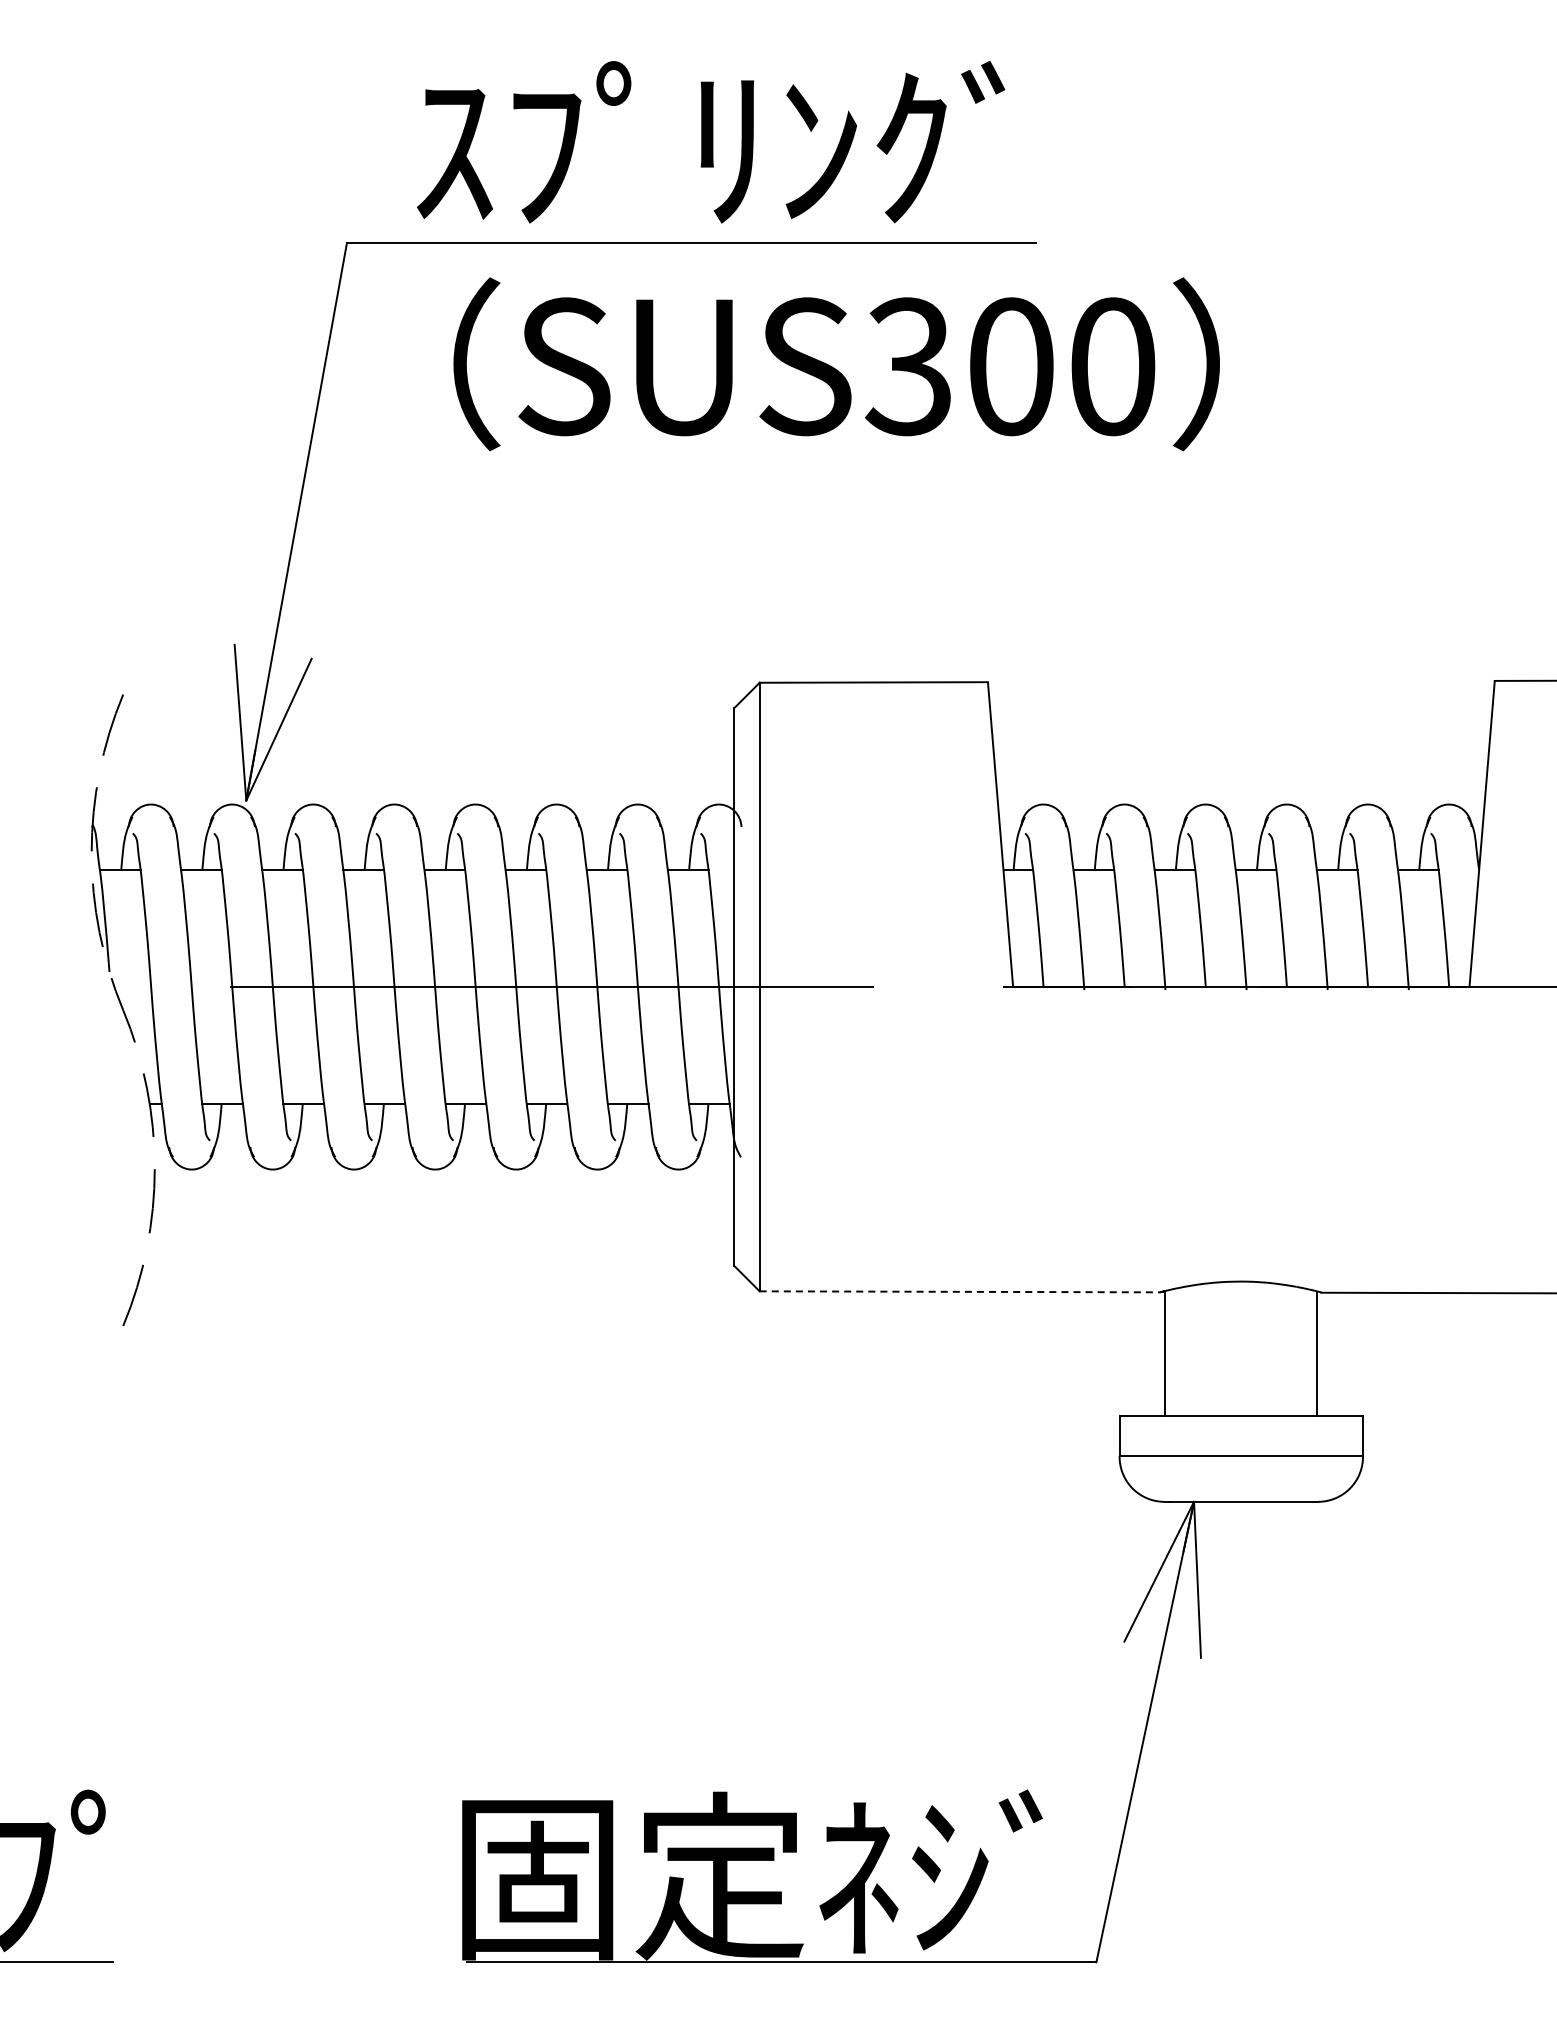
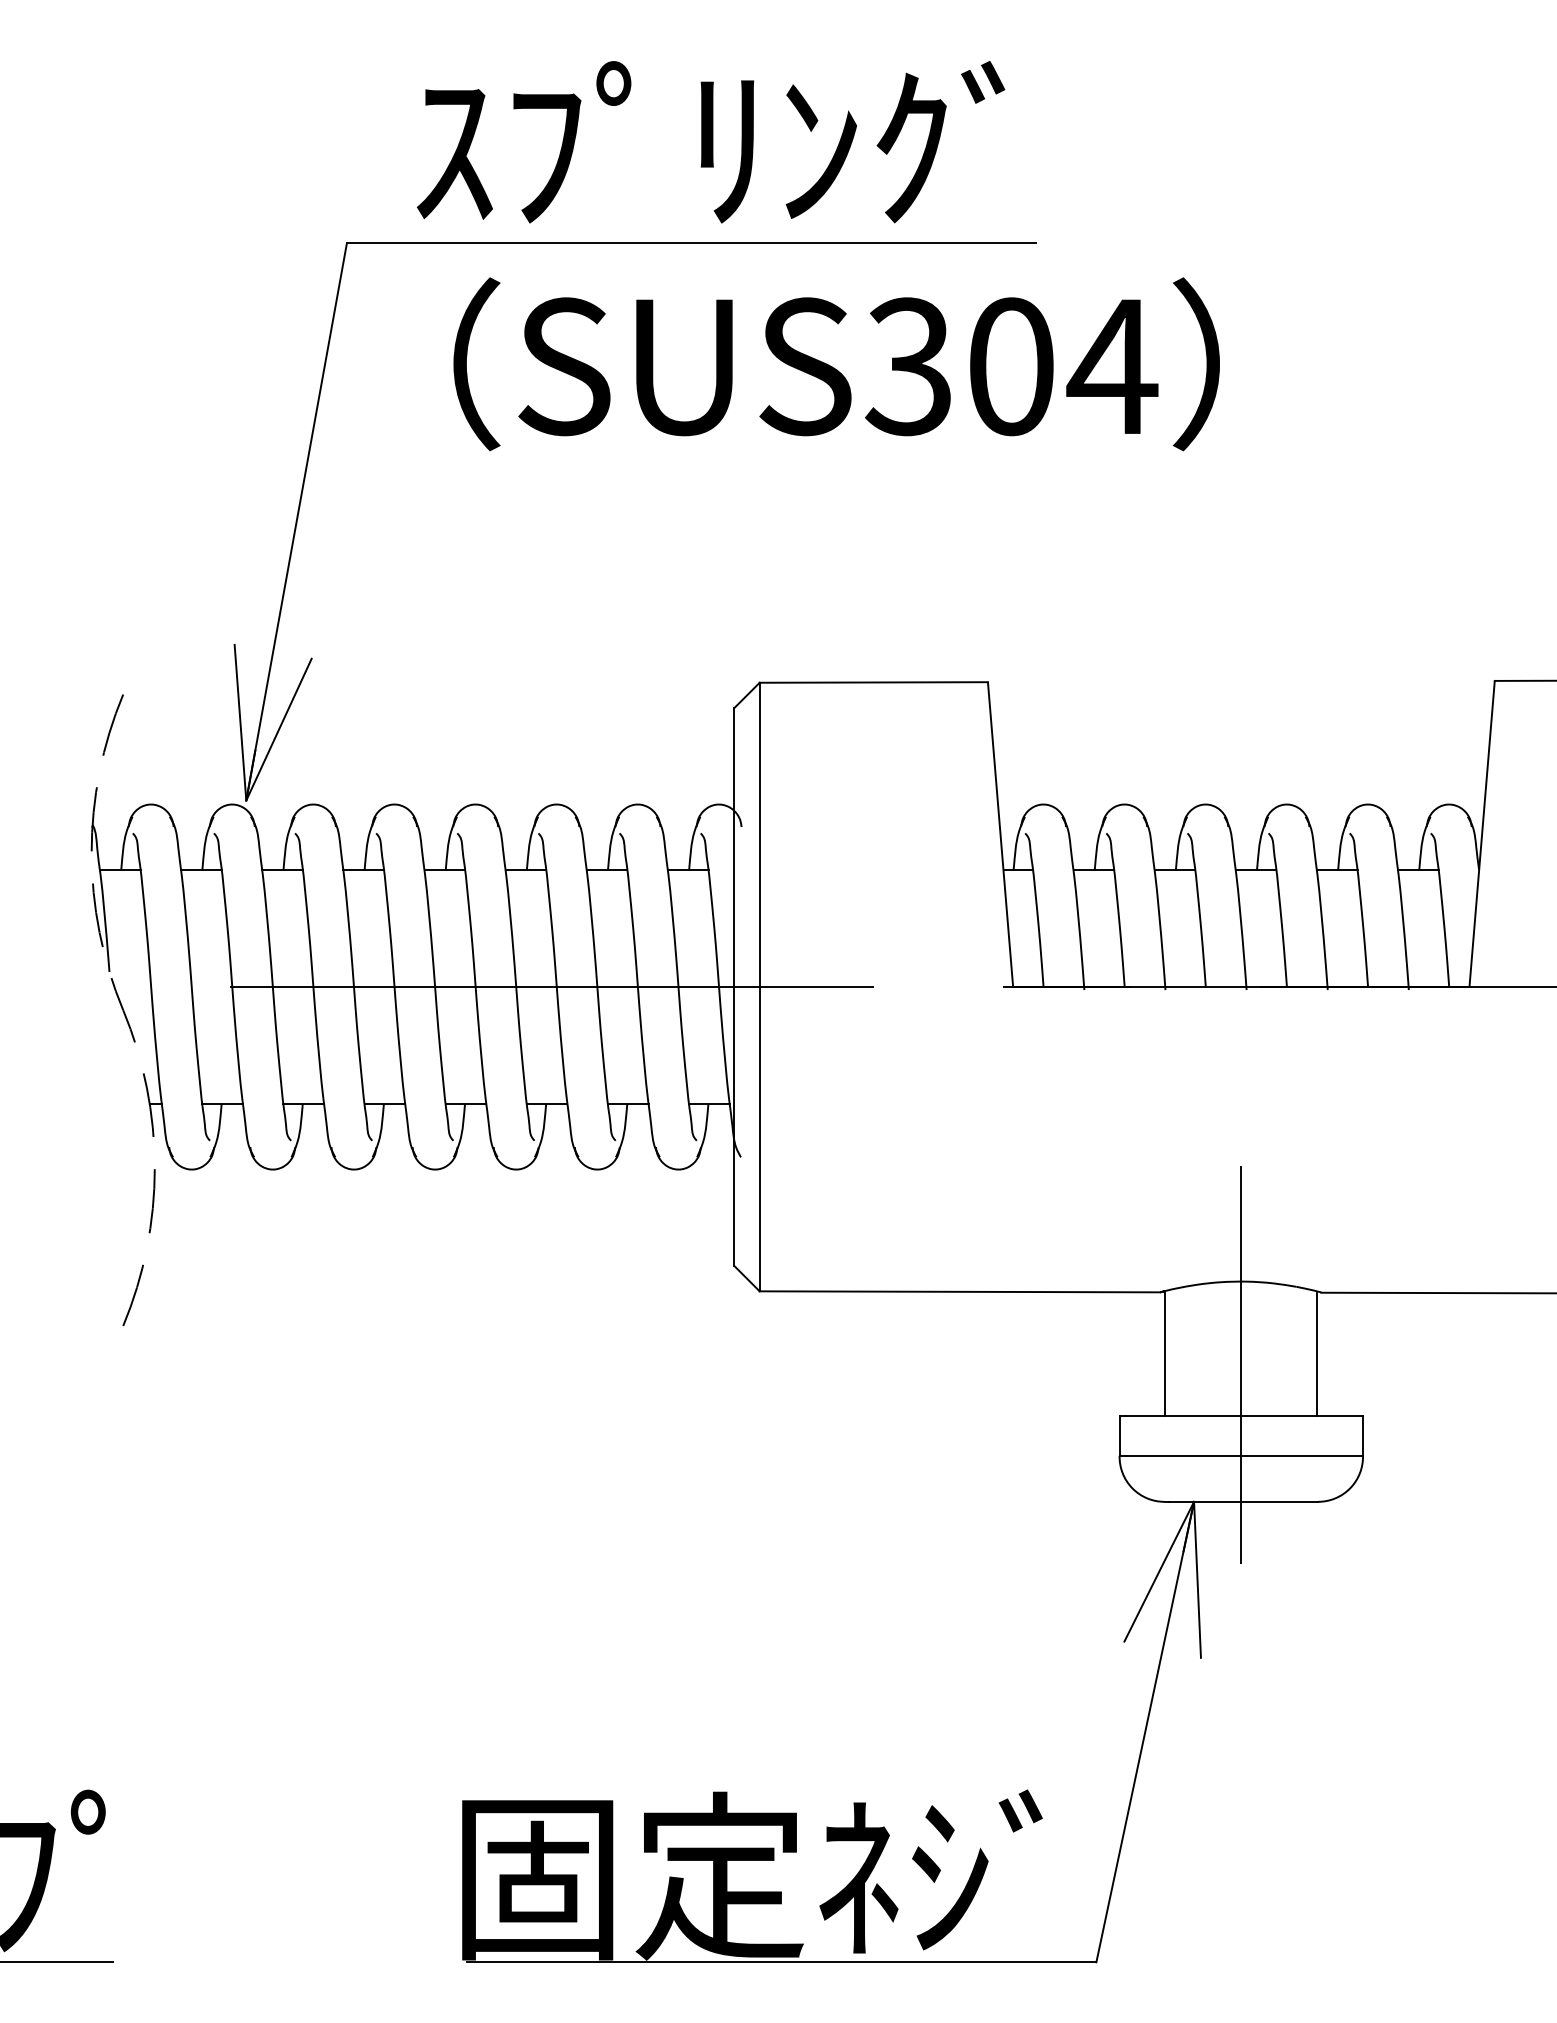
text at (1112, 366): SUS300 -> SUS304
line at (960, 1291): dashed -> solid
line at (1241, 1365): none -> present
